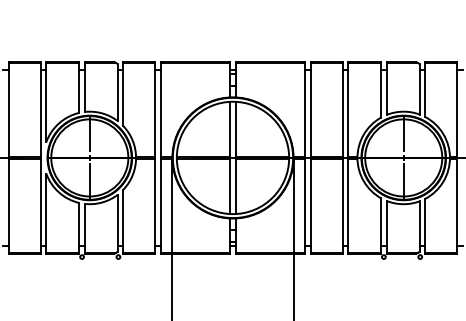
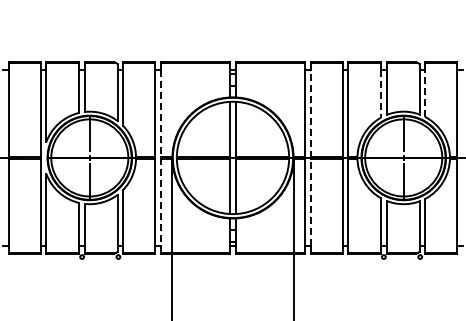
line at (381, 93): solid -> dashed
line at (425, 93): solid -> dashed
line at (310, 157): solid -> dashed
line at (160, 158): solid -> dashed
